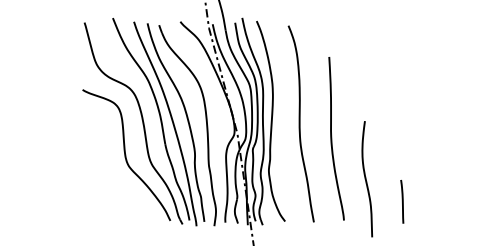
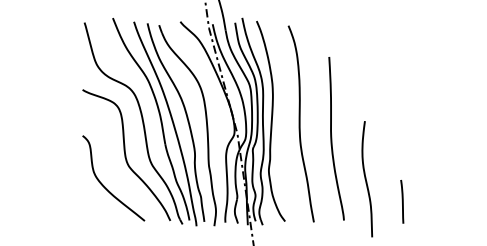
curve at (105, 186): none -> present
